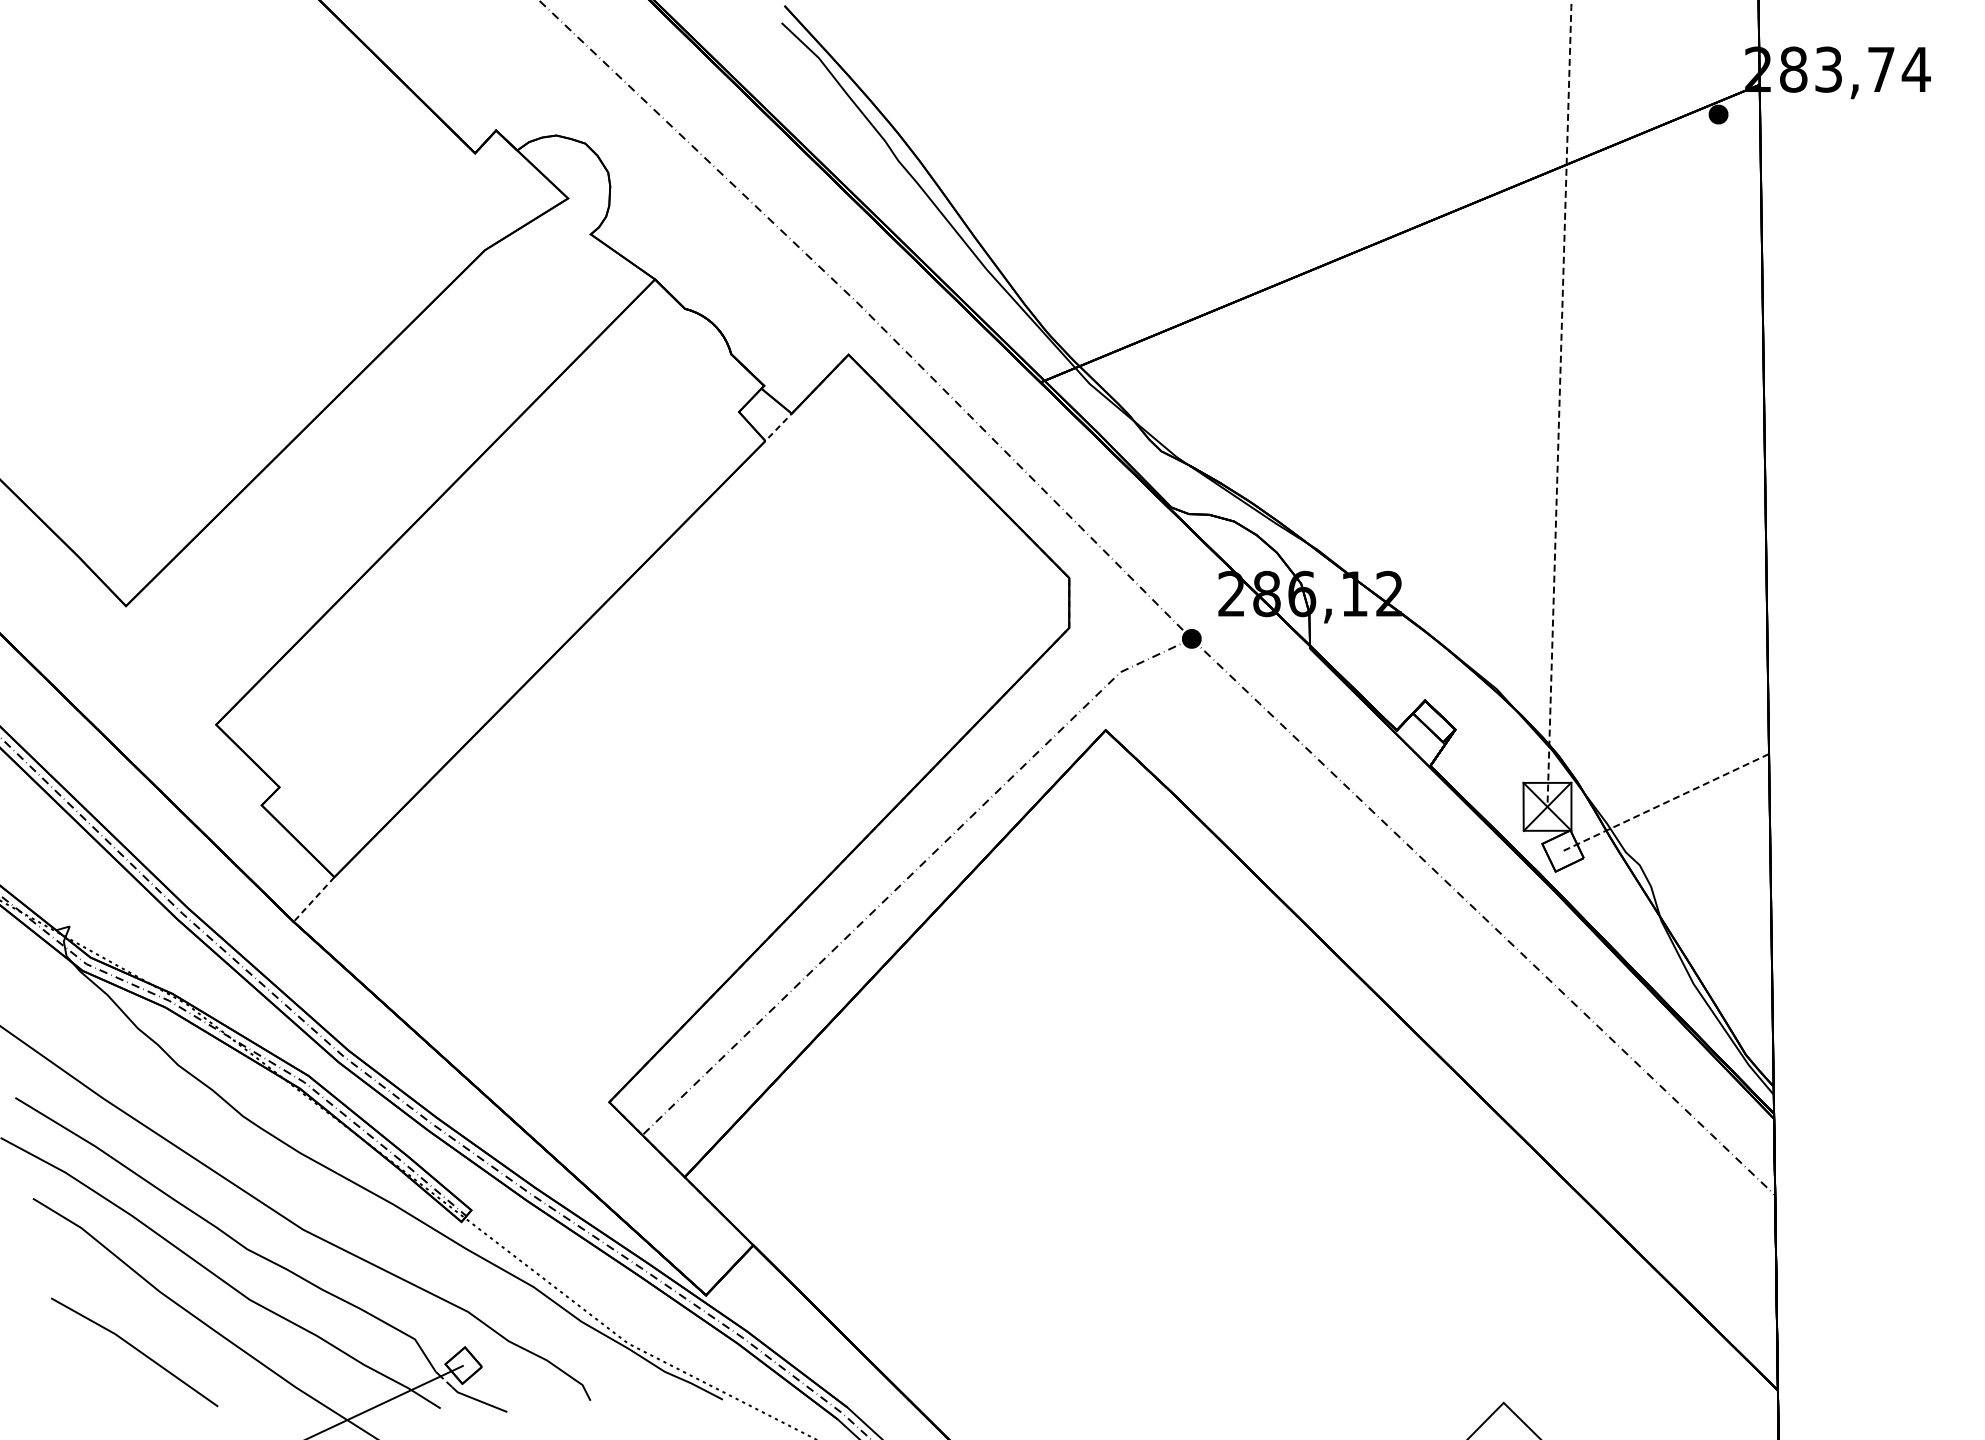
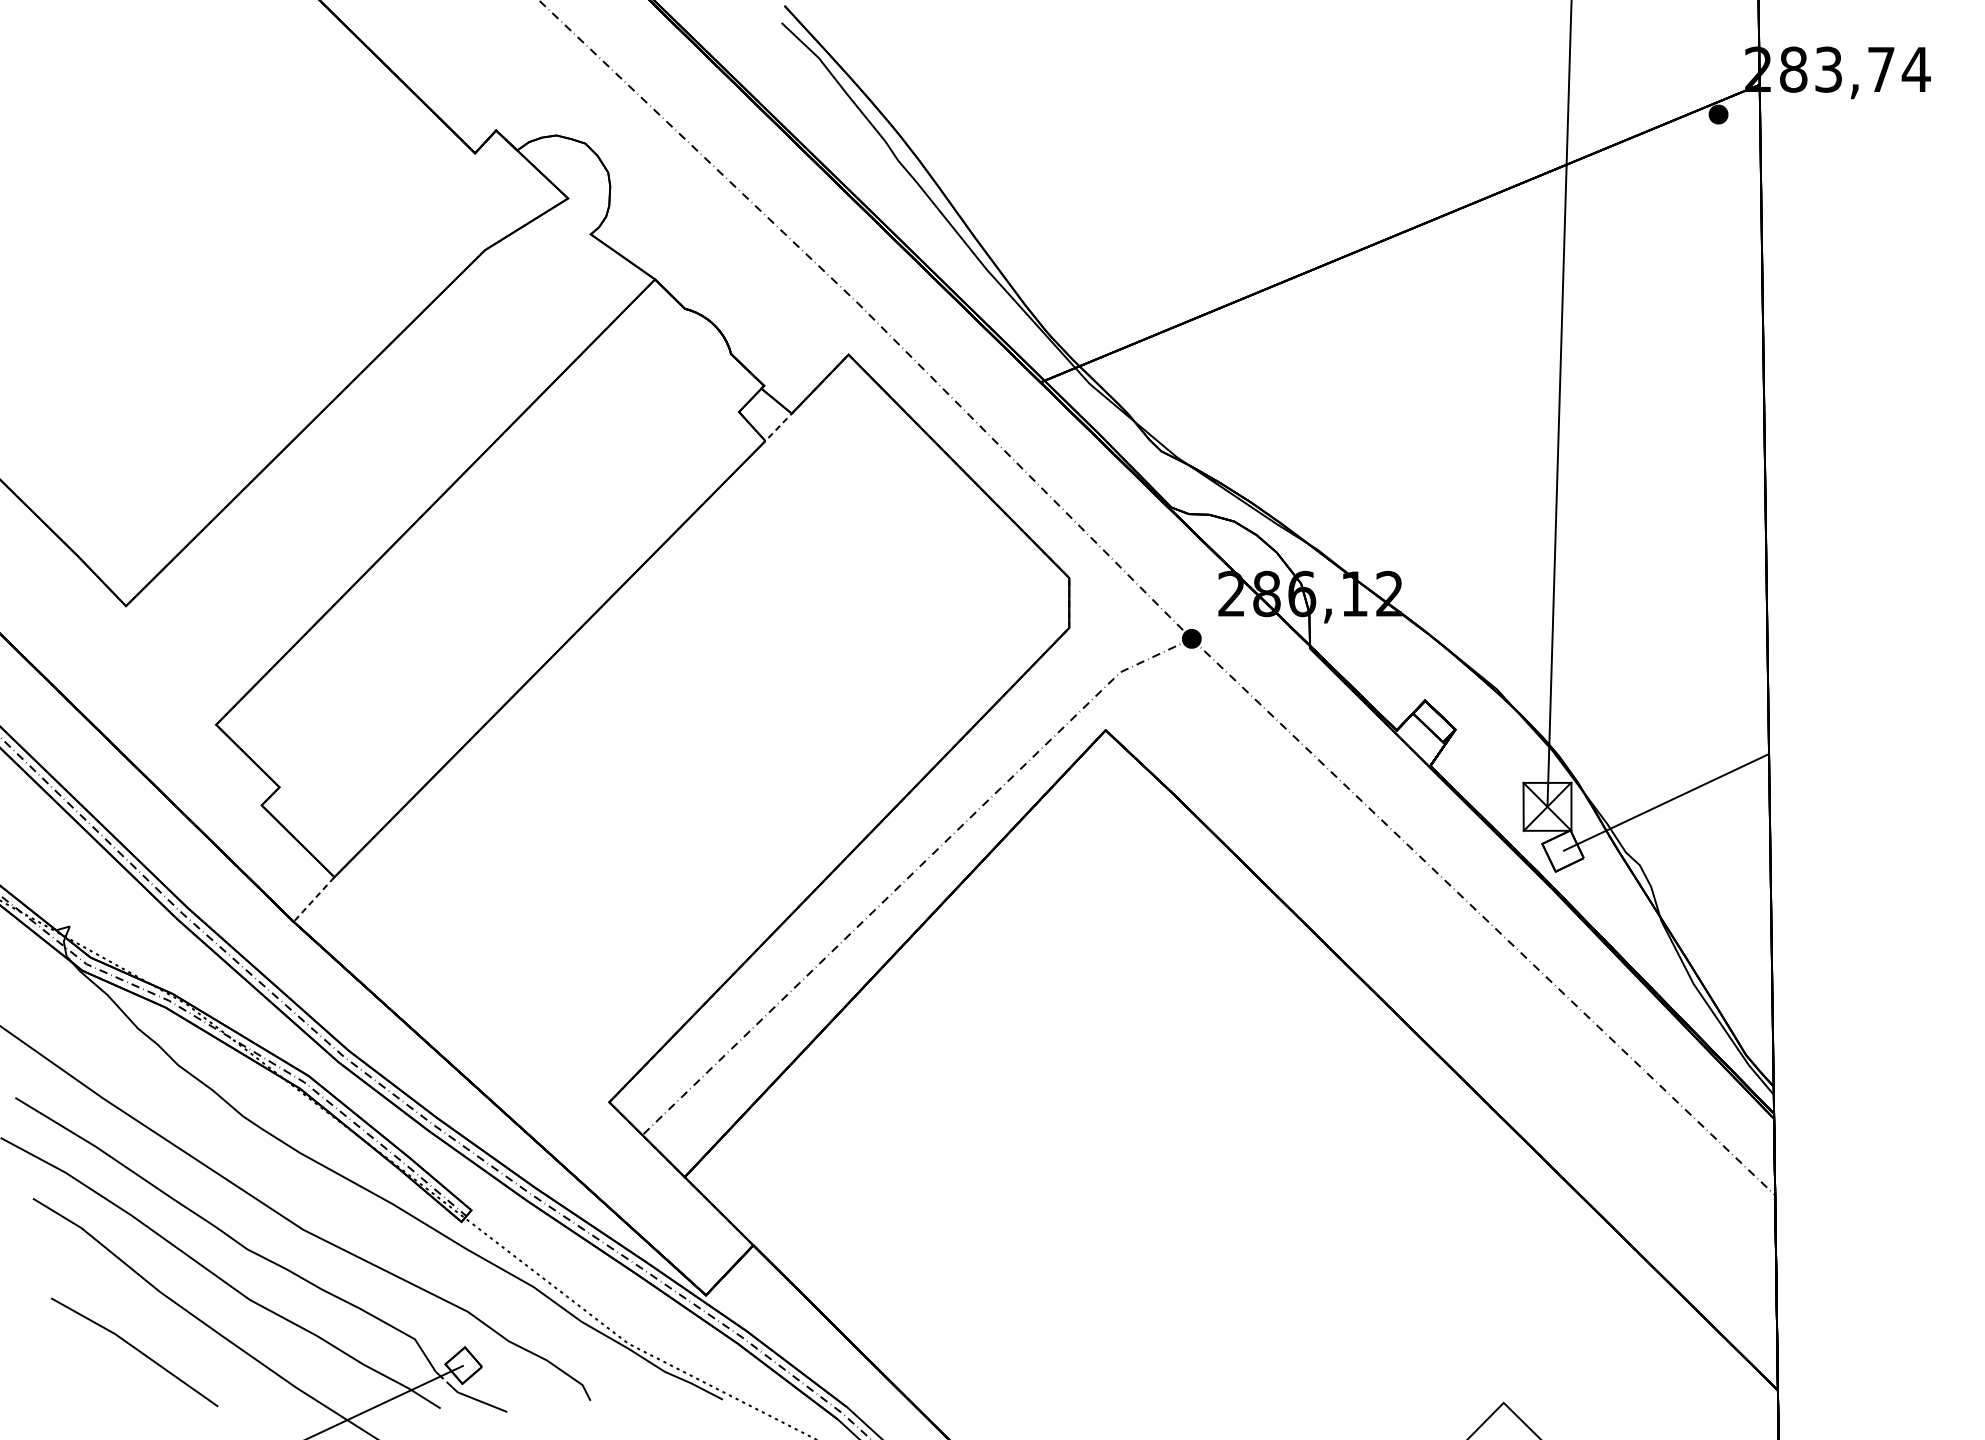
line at (1559, 403): dashed -> solid
line at (1666, 802): dashed -> solid
